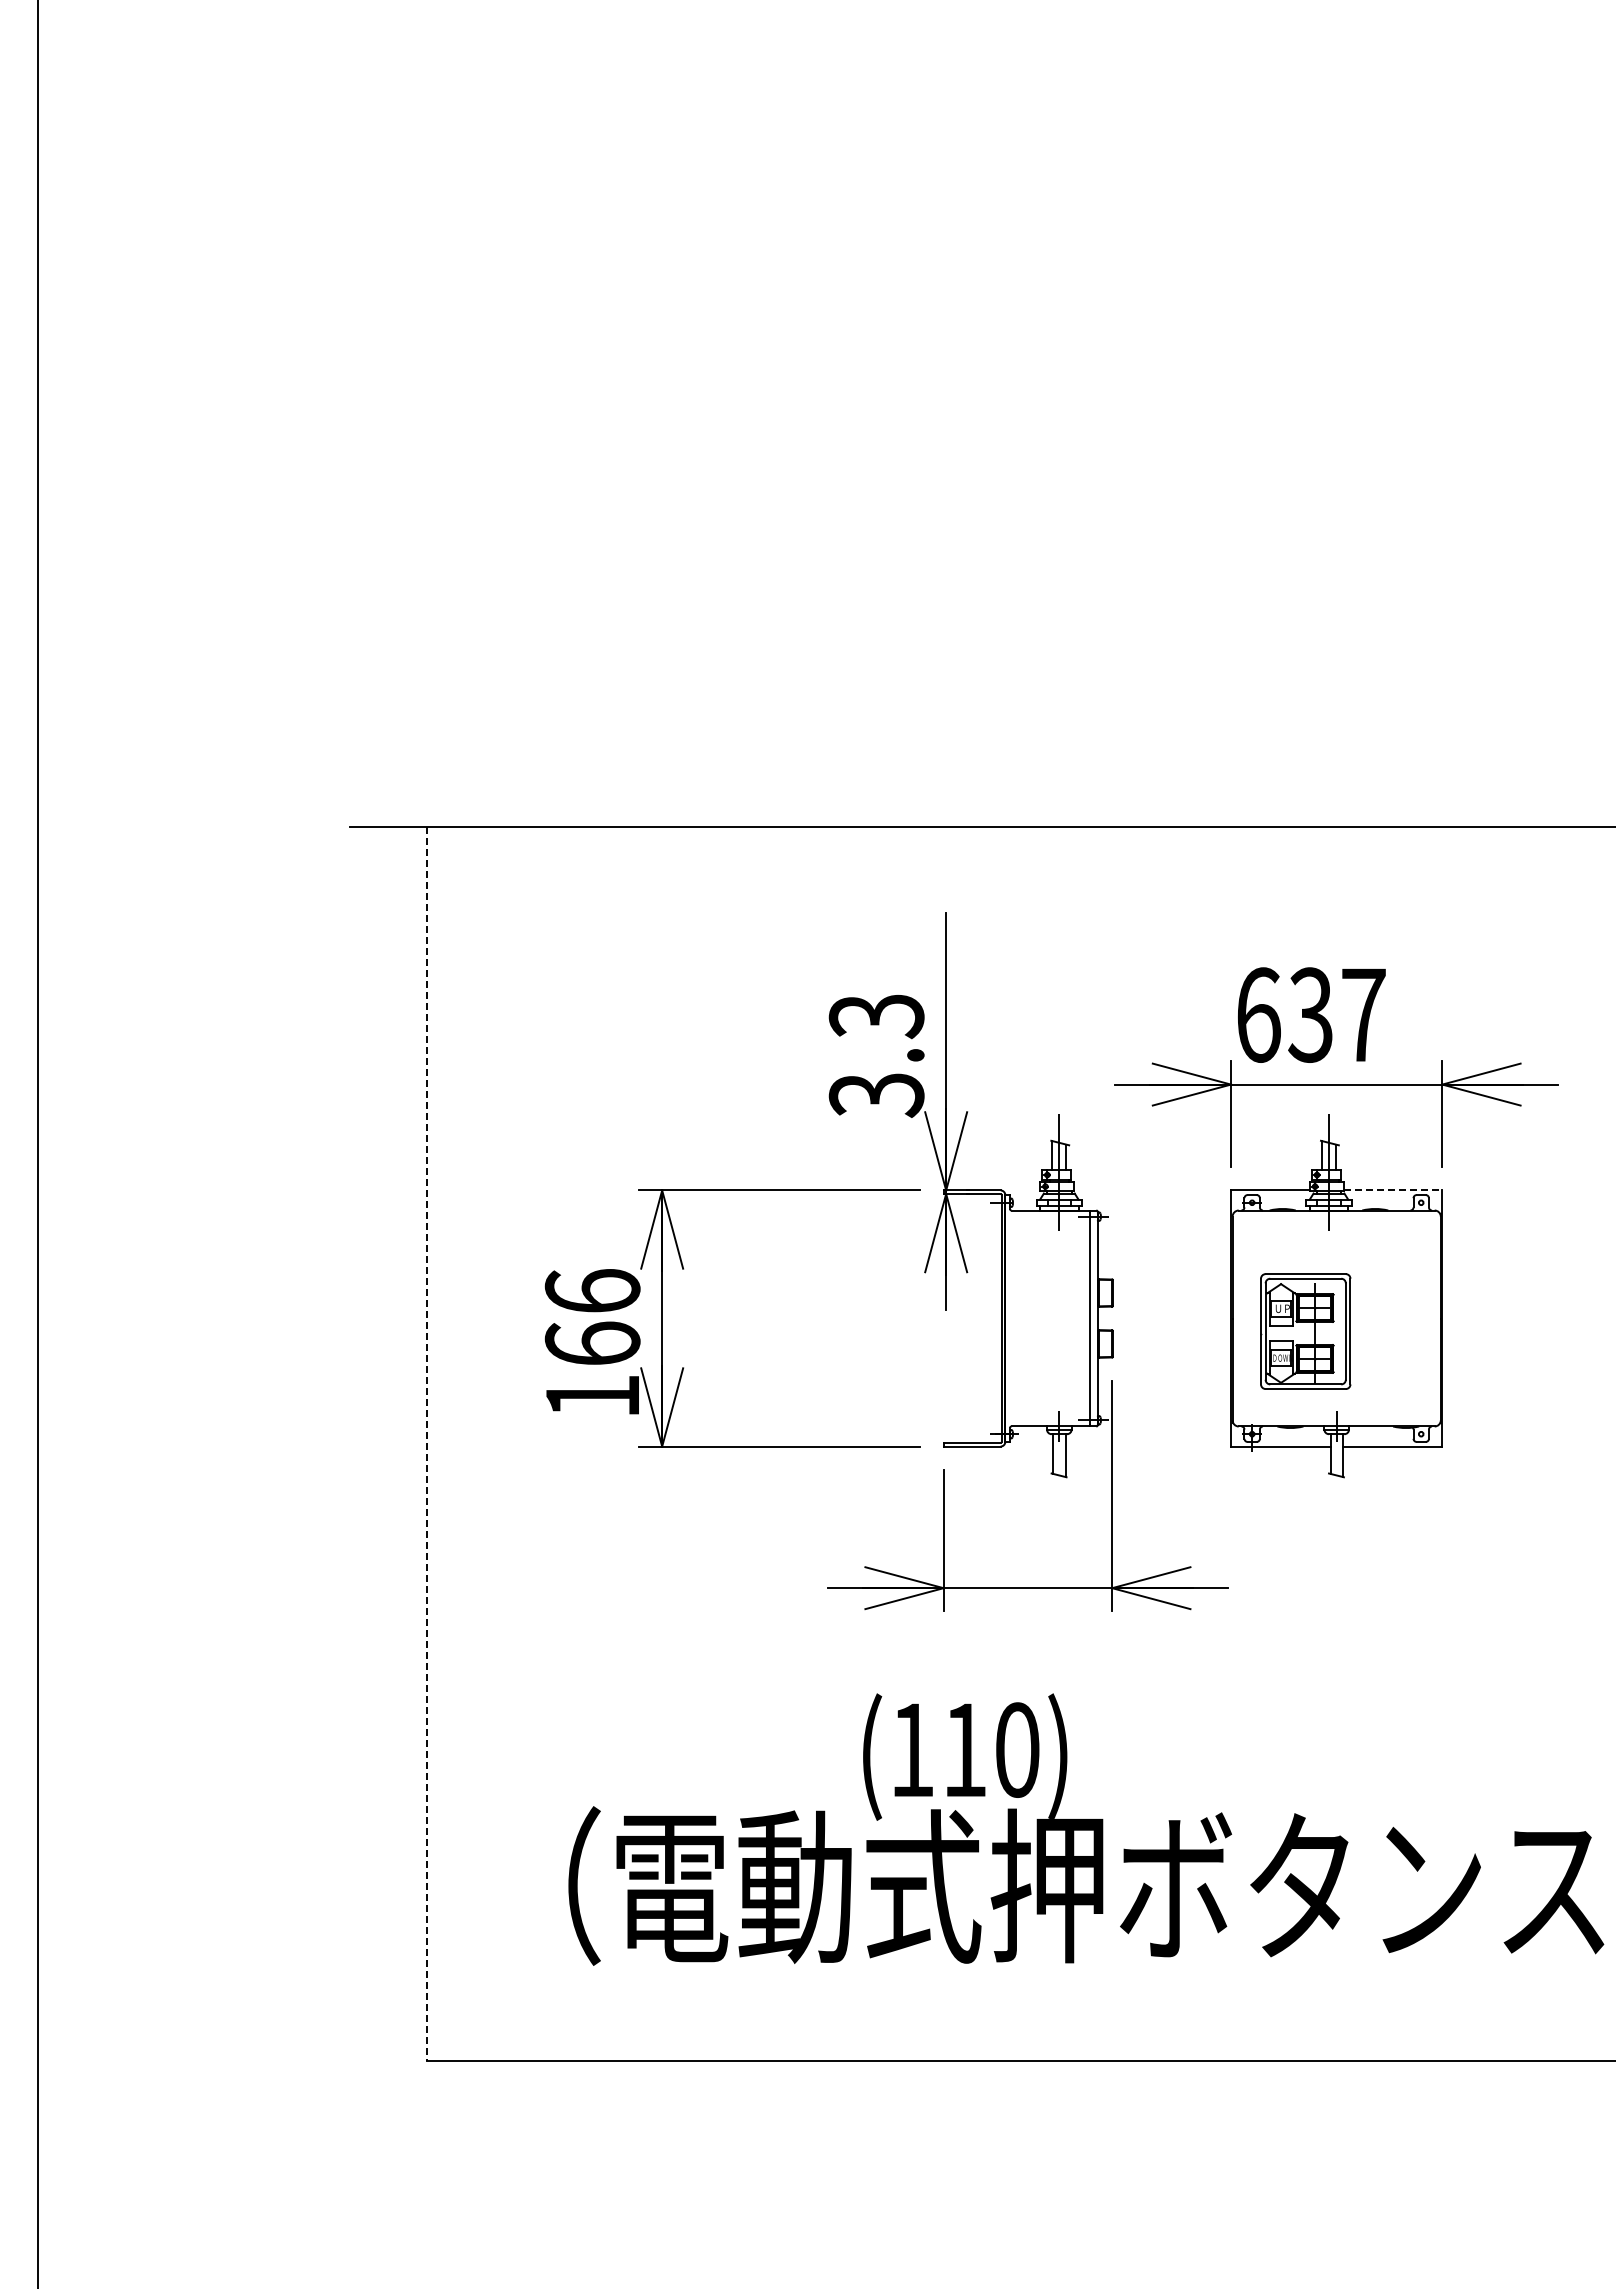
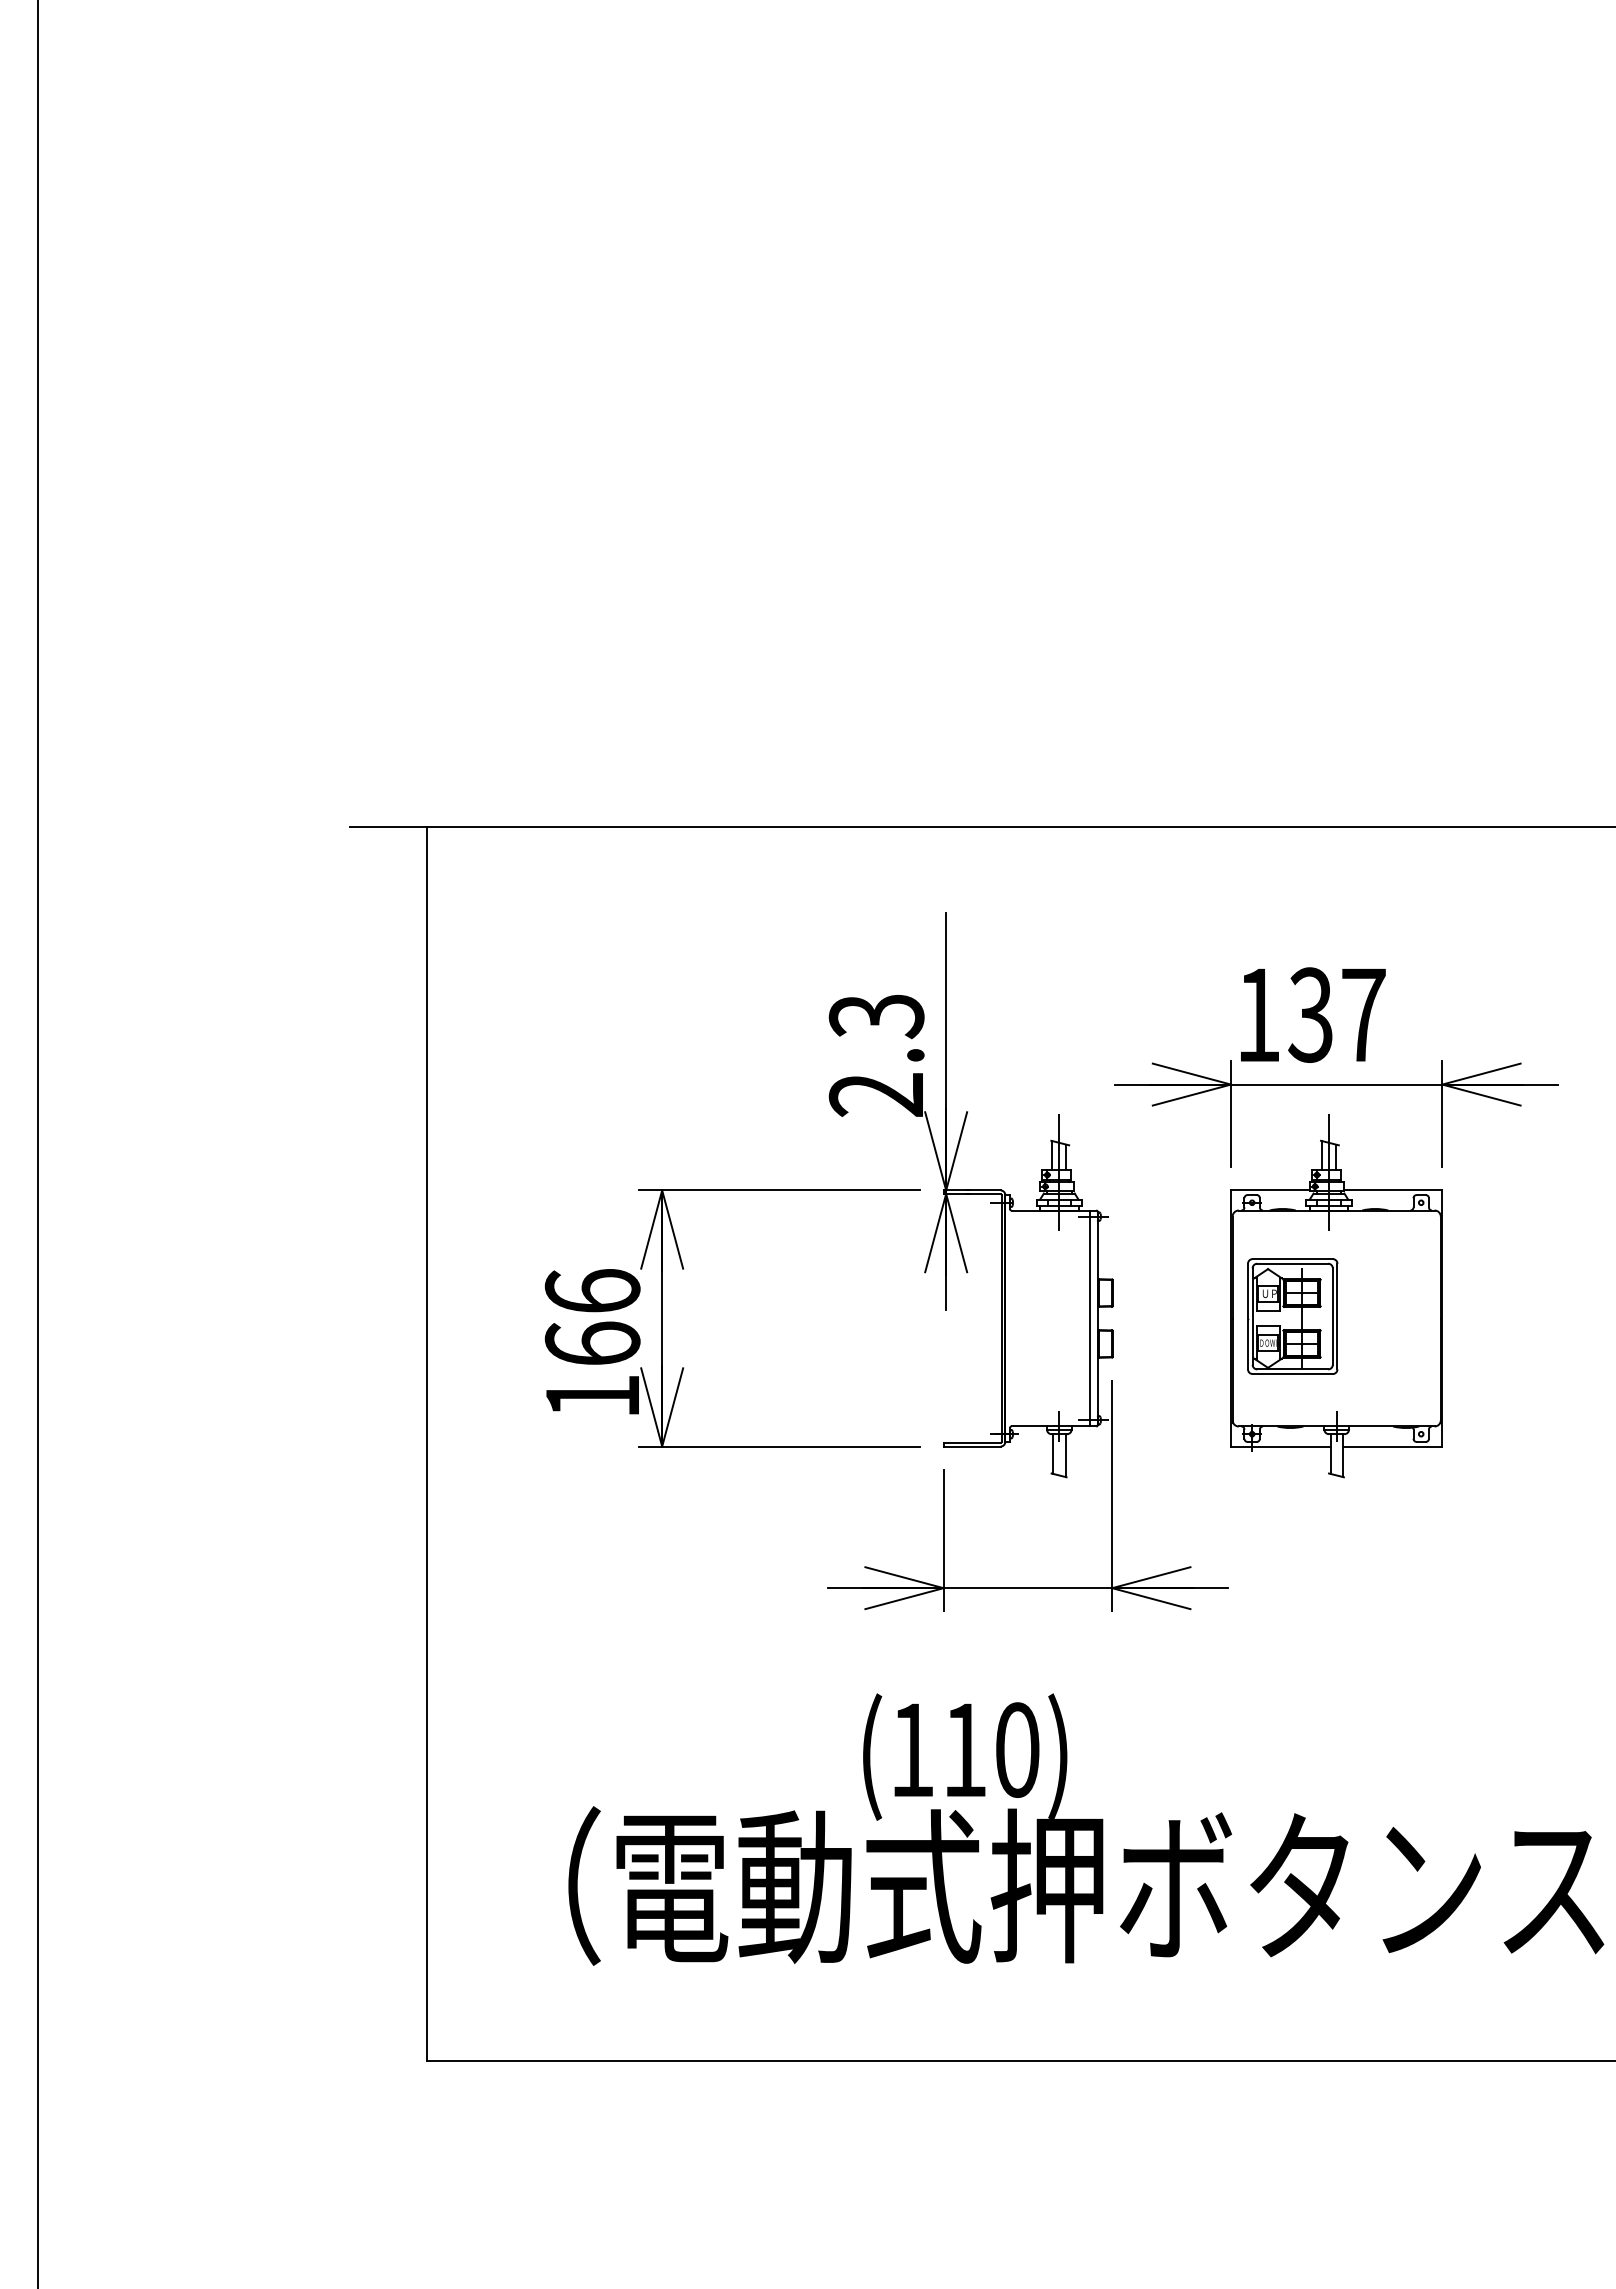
text at (1258, 1014): 637 -> 137
text at (876, 1095): 3.3 -> 2.3
line at (1393, 1190): dashed -> solid
part at (1305, 1331) position: (1305, 1331) -> (1292, 1316)
line at (427, 1444): dashed -> solid
